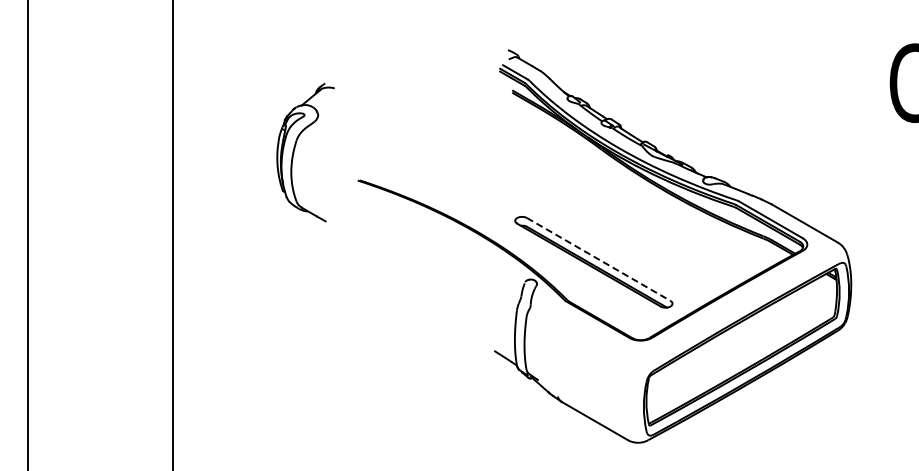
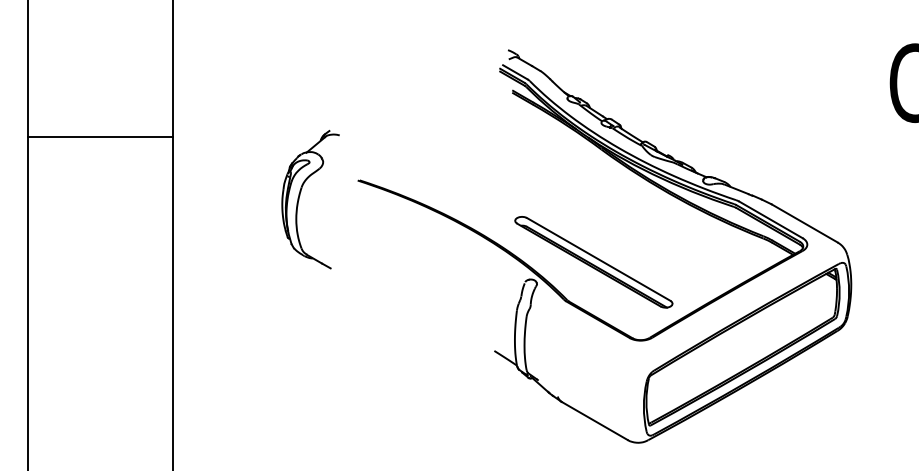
line at (99, 136): none -> present
part at (295, 148) position: (295, 148) -> (300, 195)
line at (598, 259): dashed -> solid
